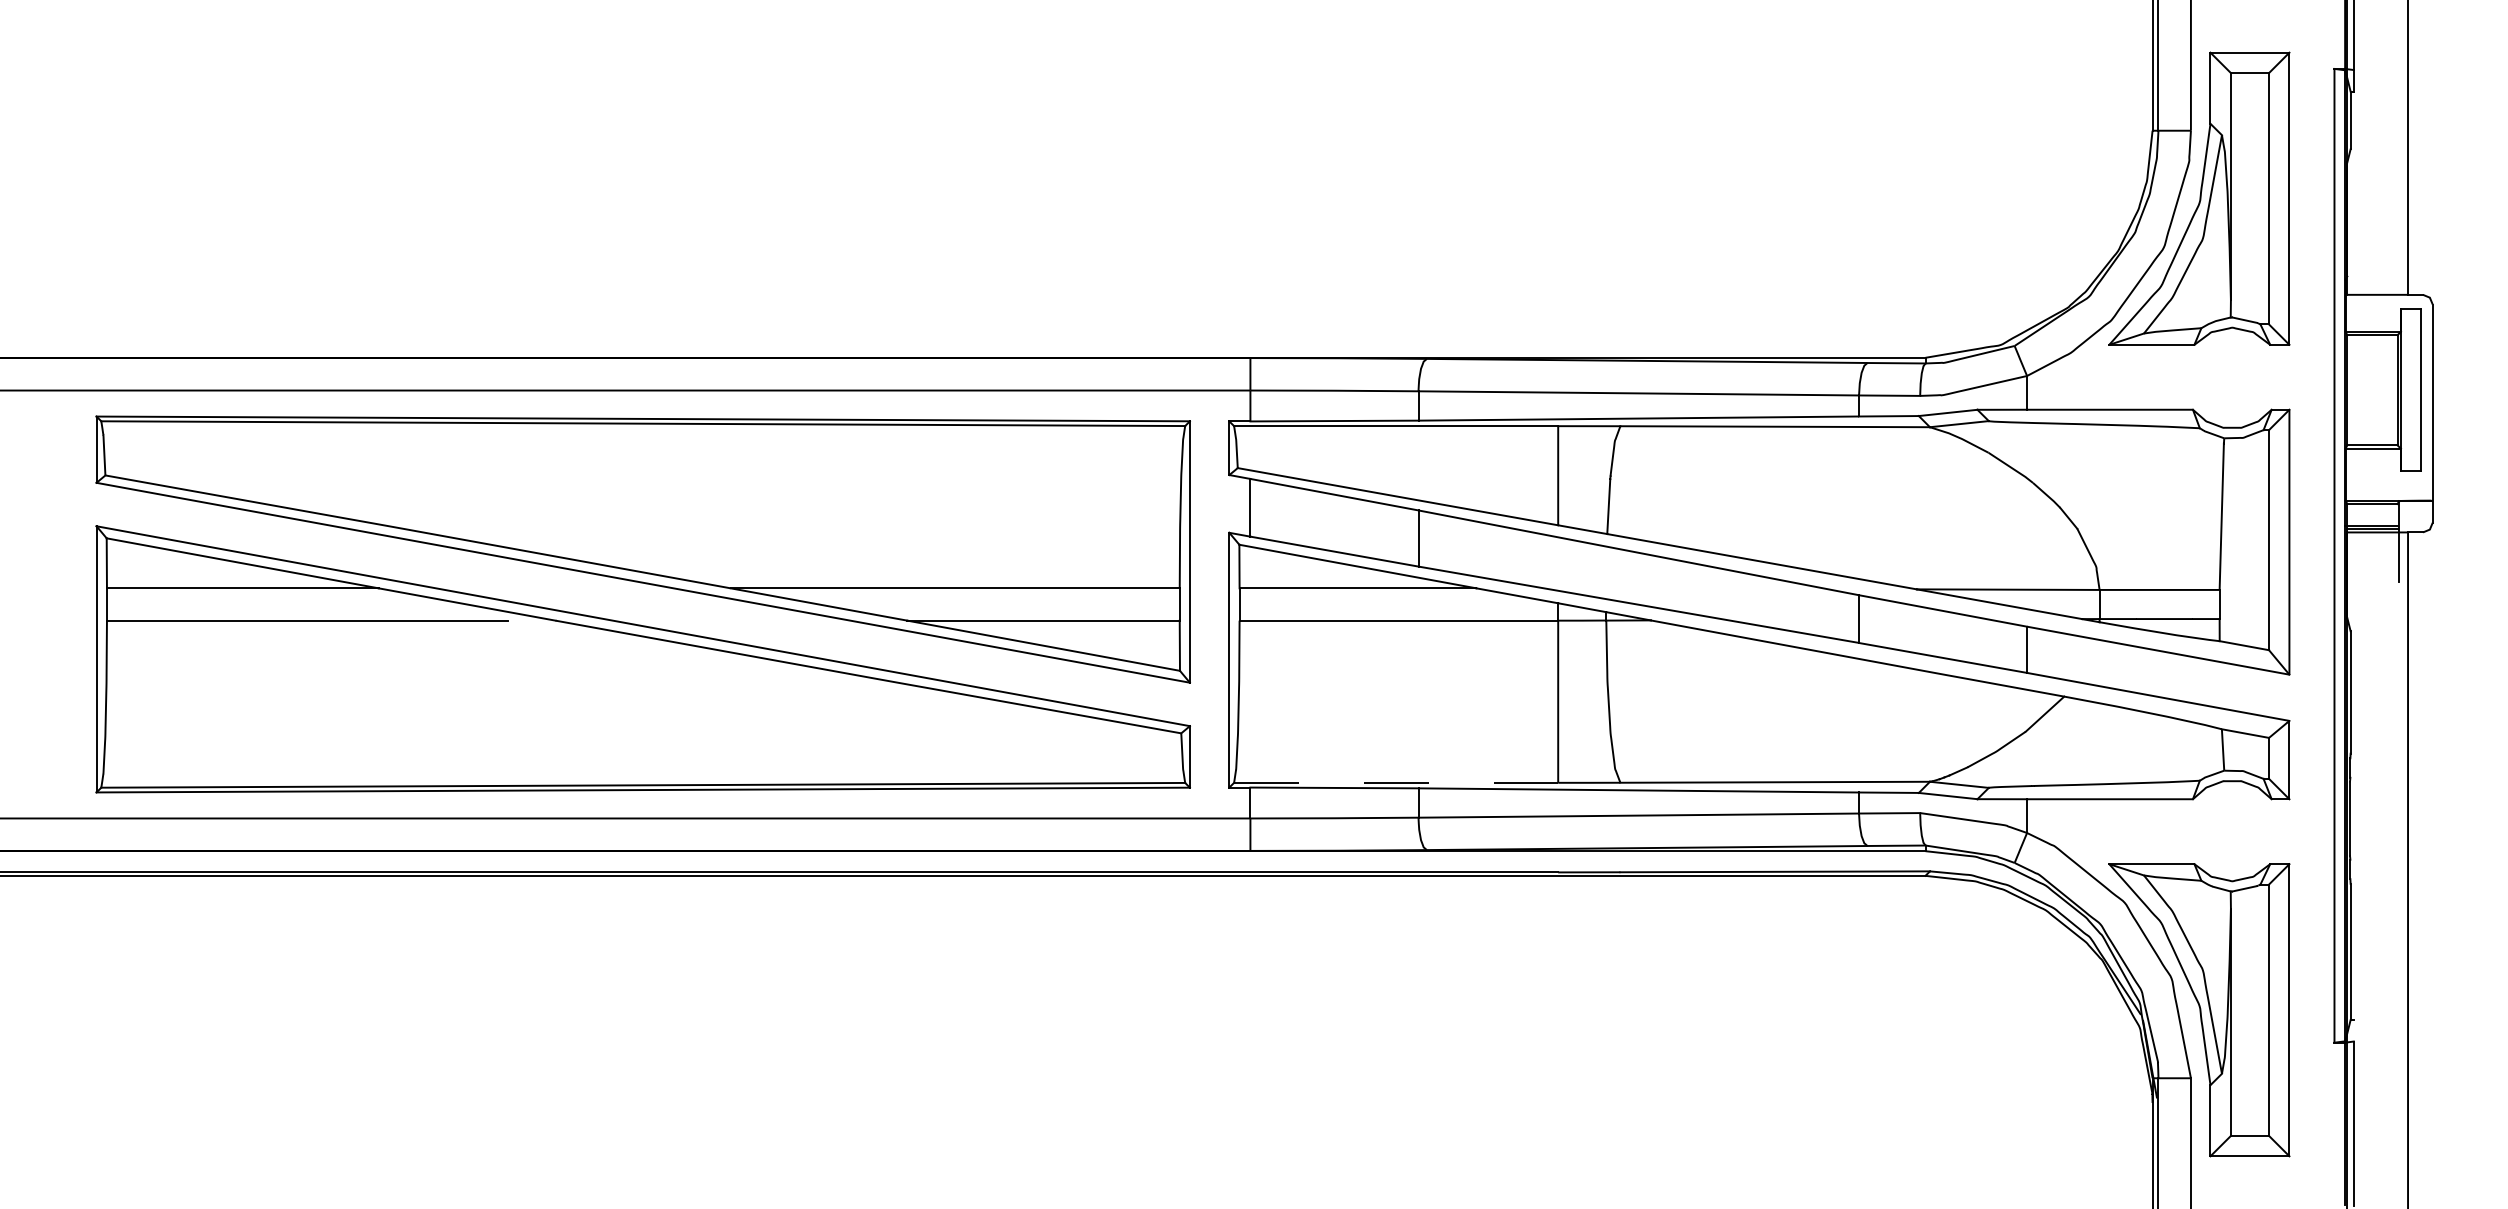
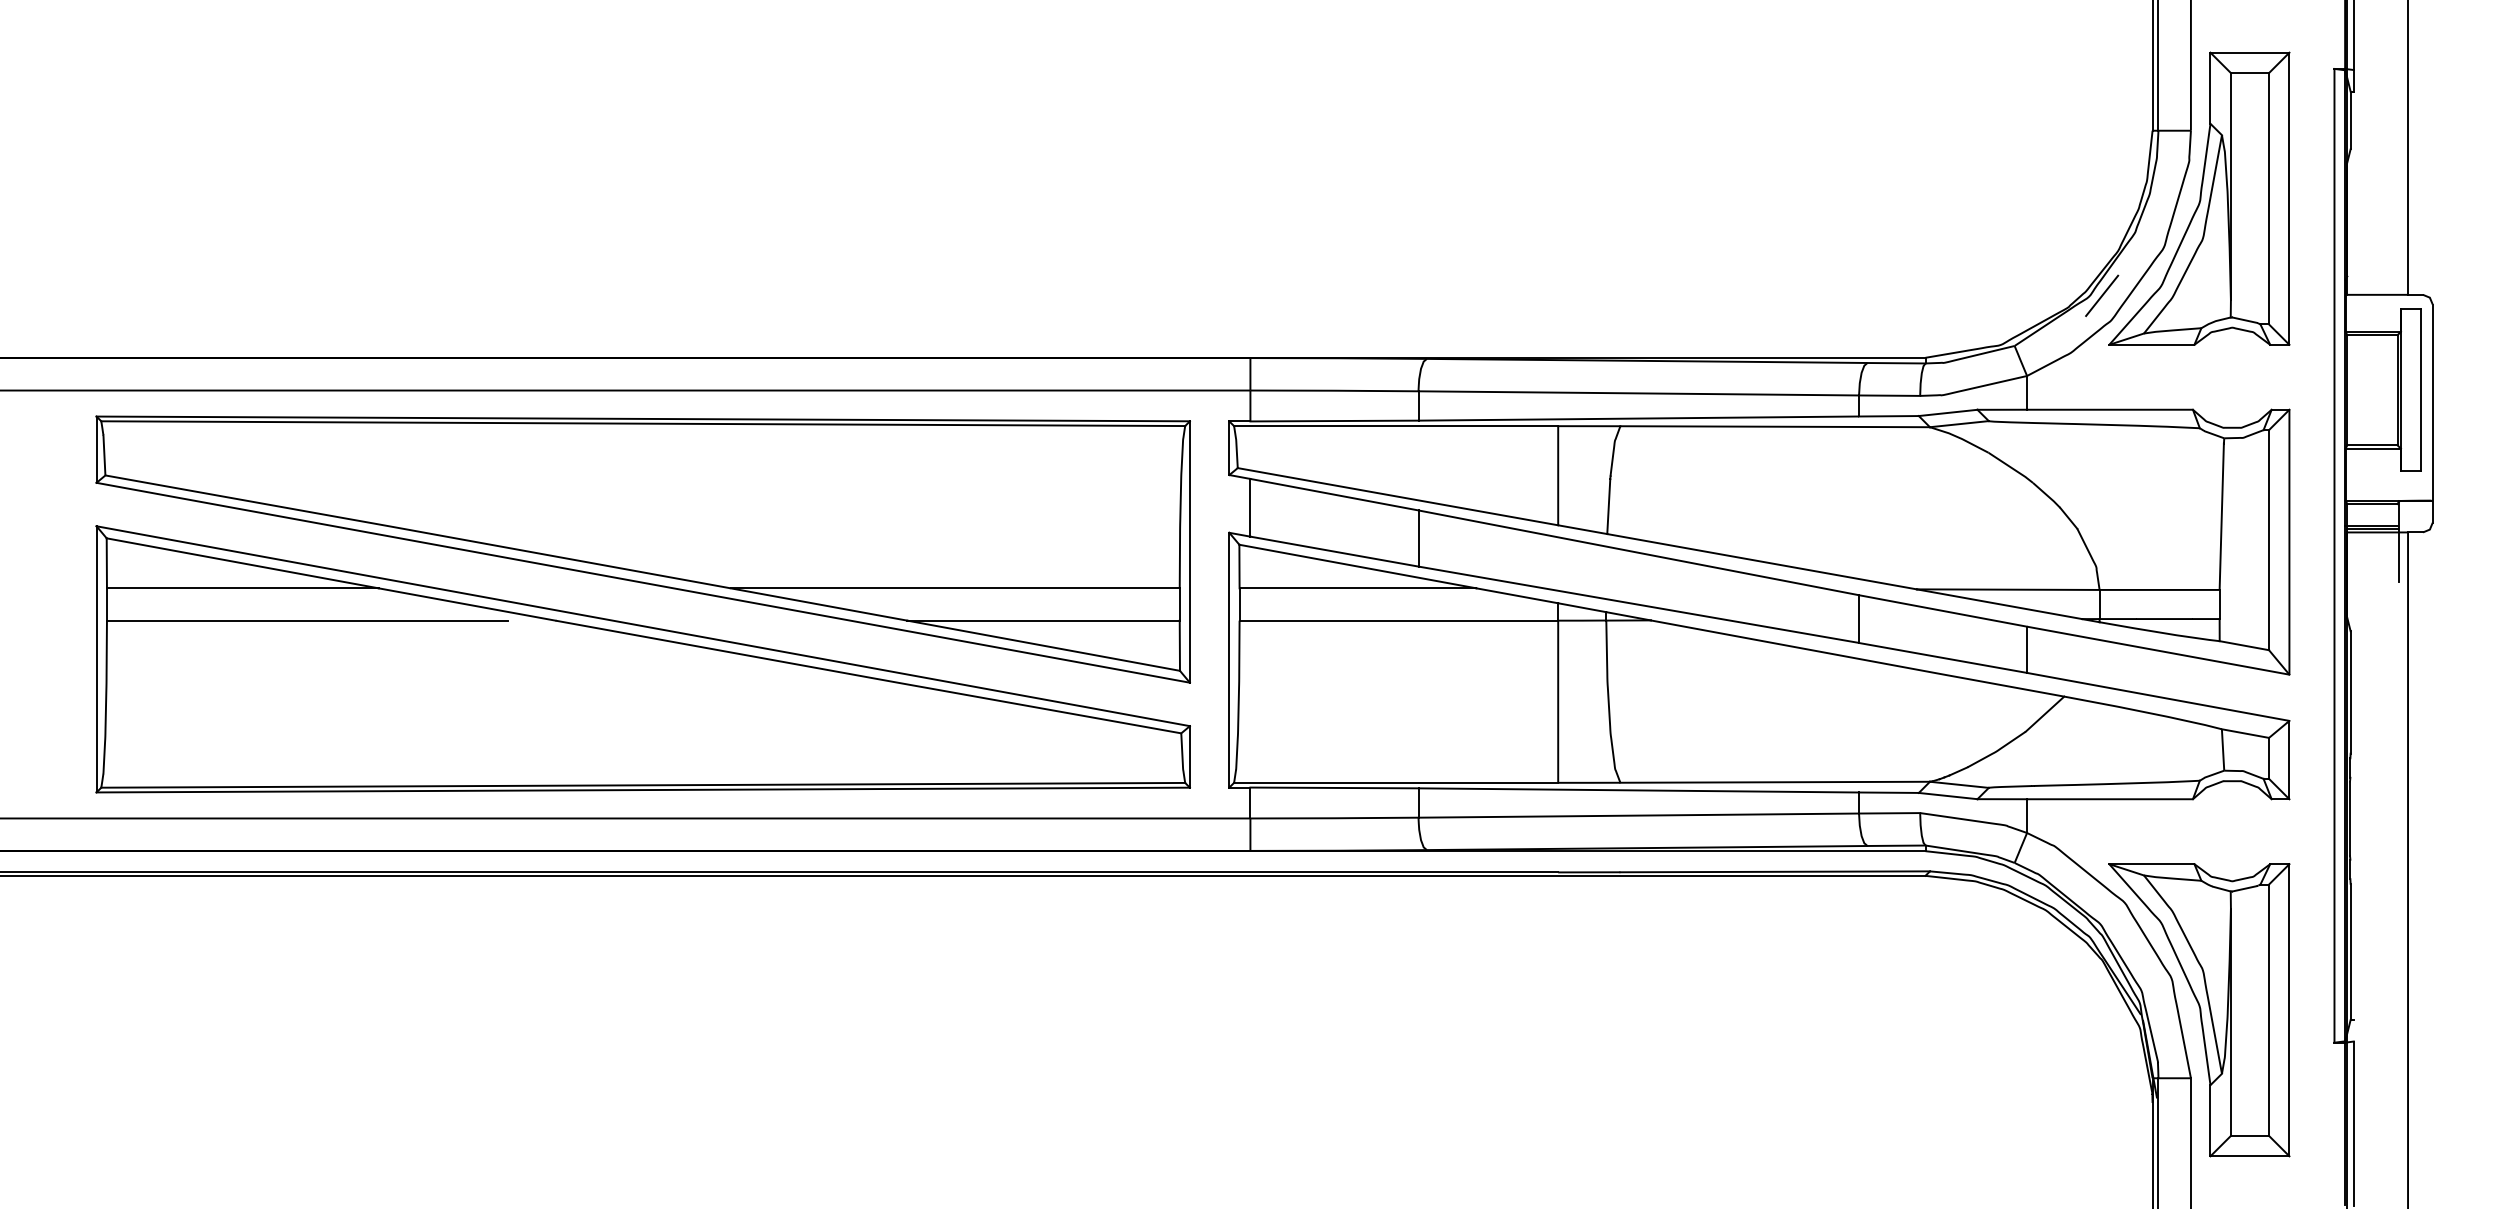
line at (2102, 295): none -> present
line at (1396, 782): dashed -> solid
